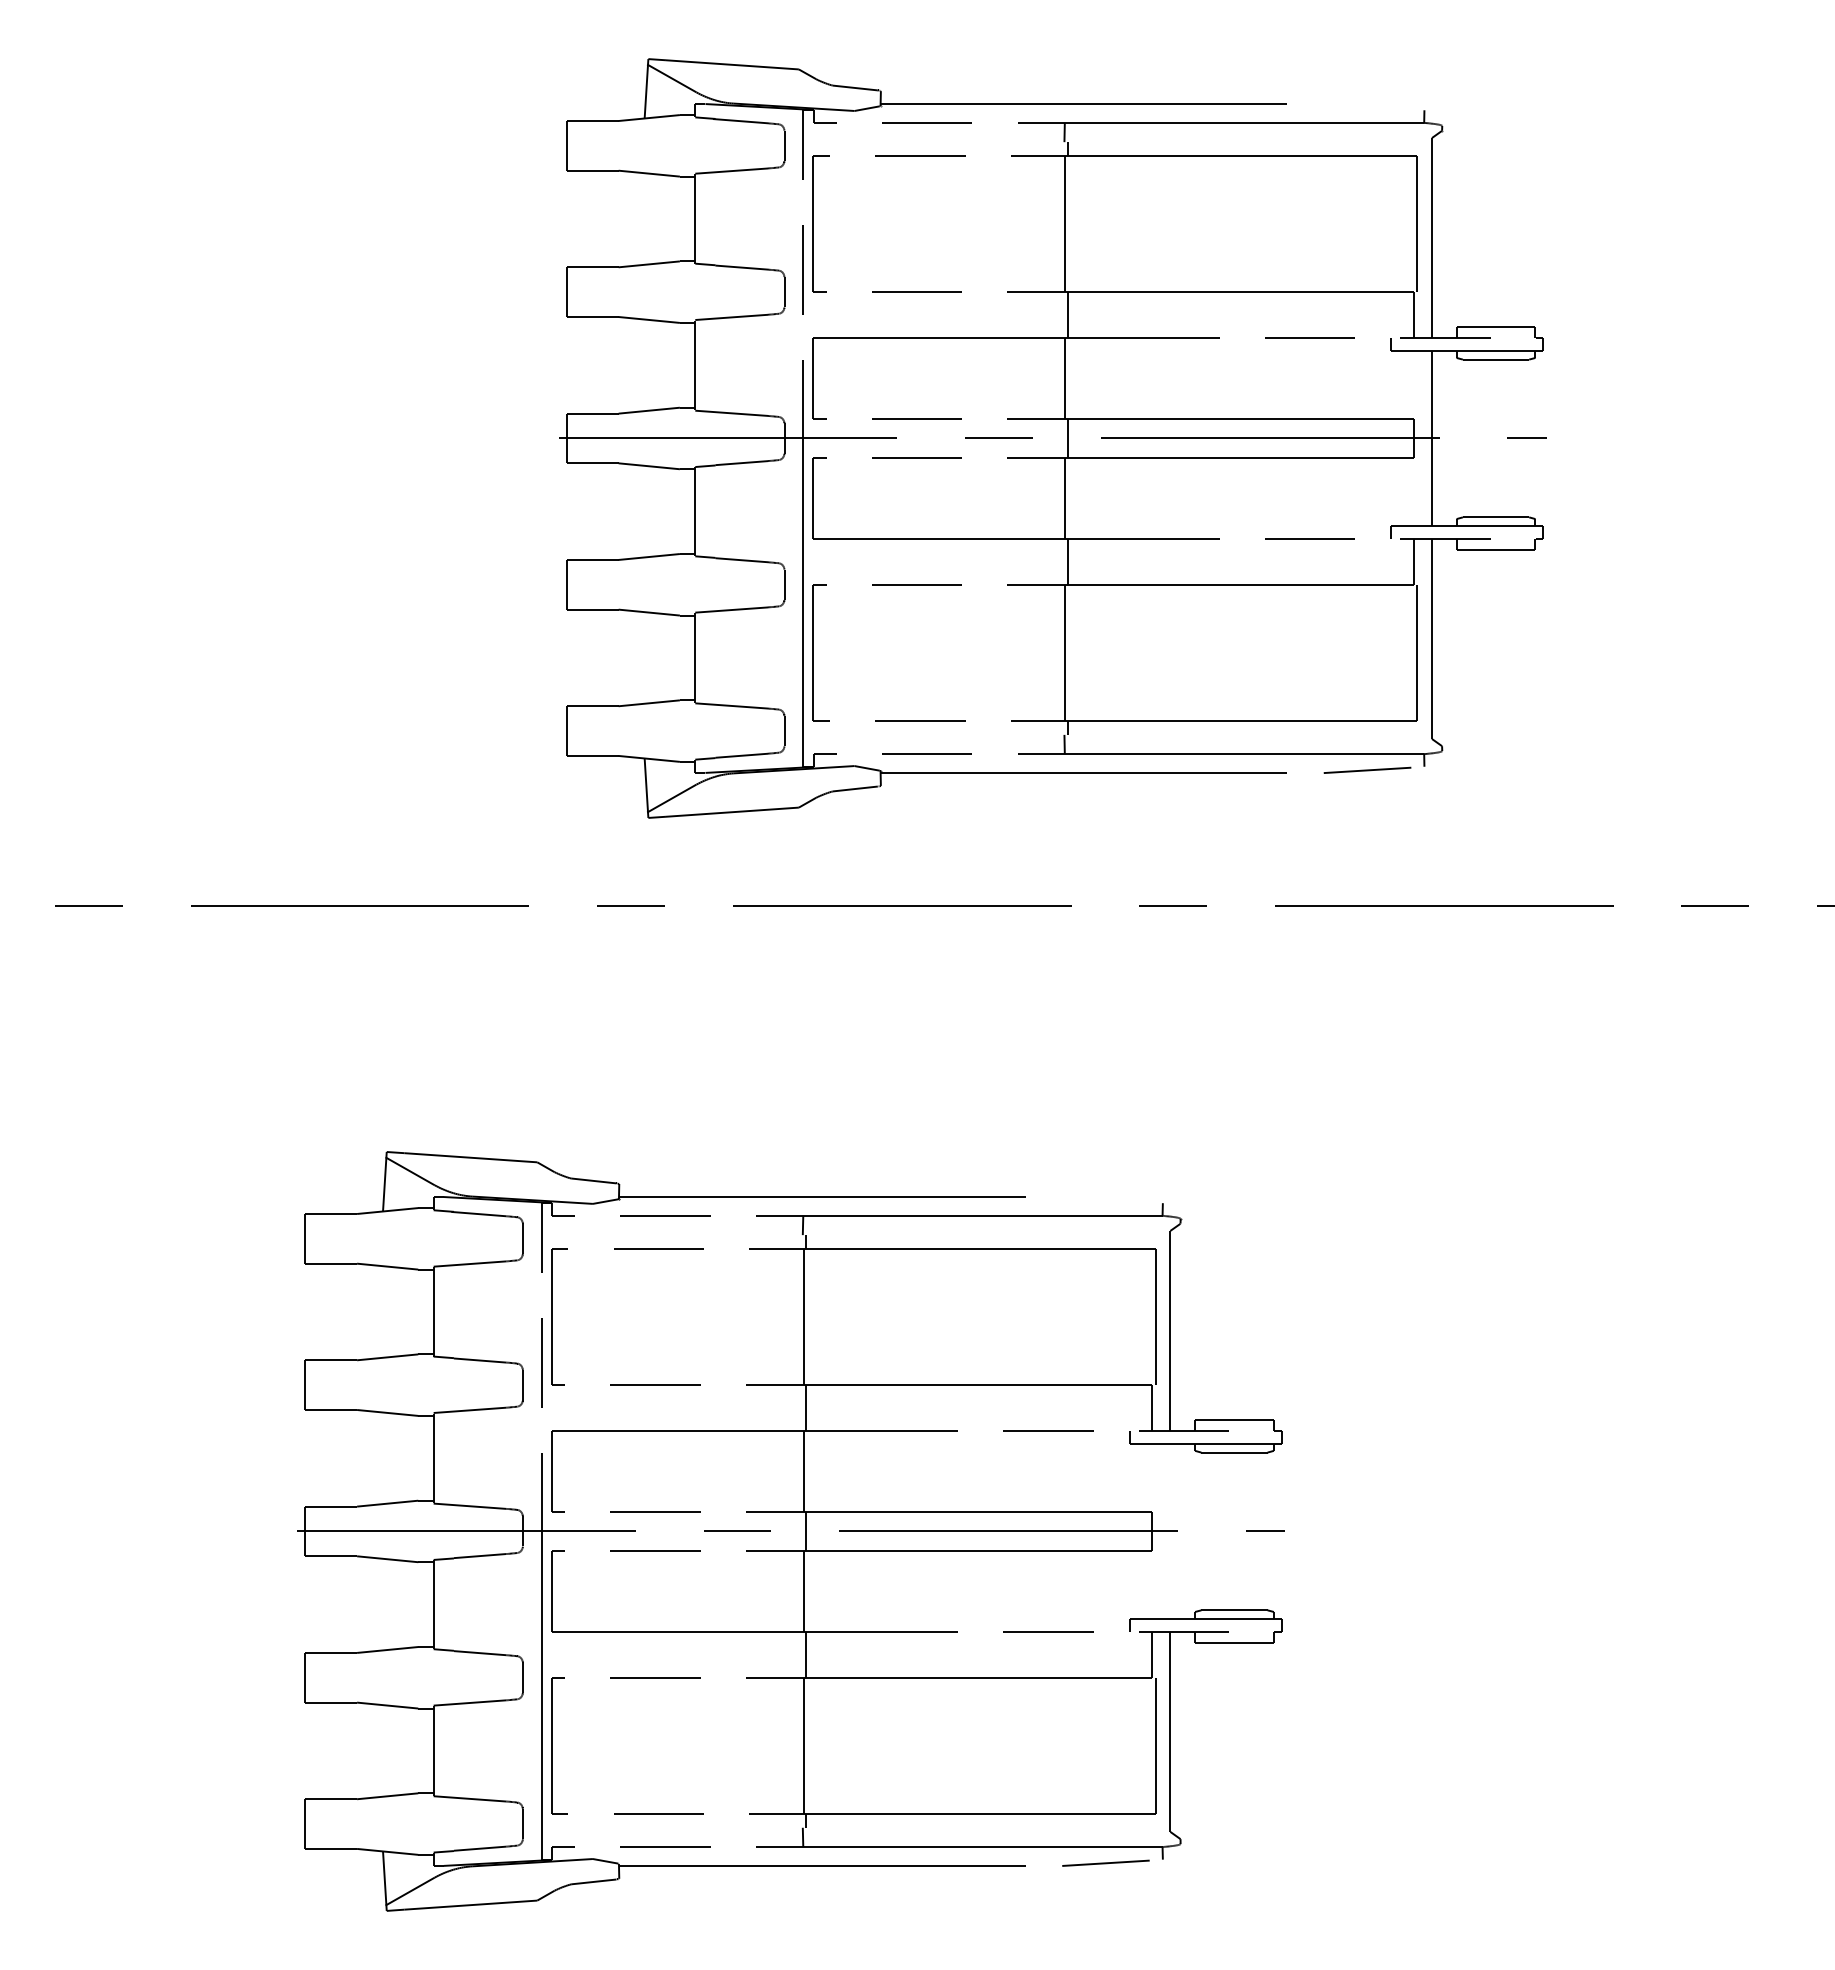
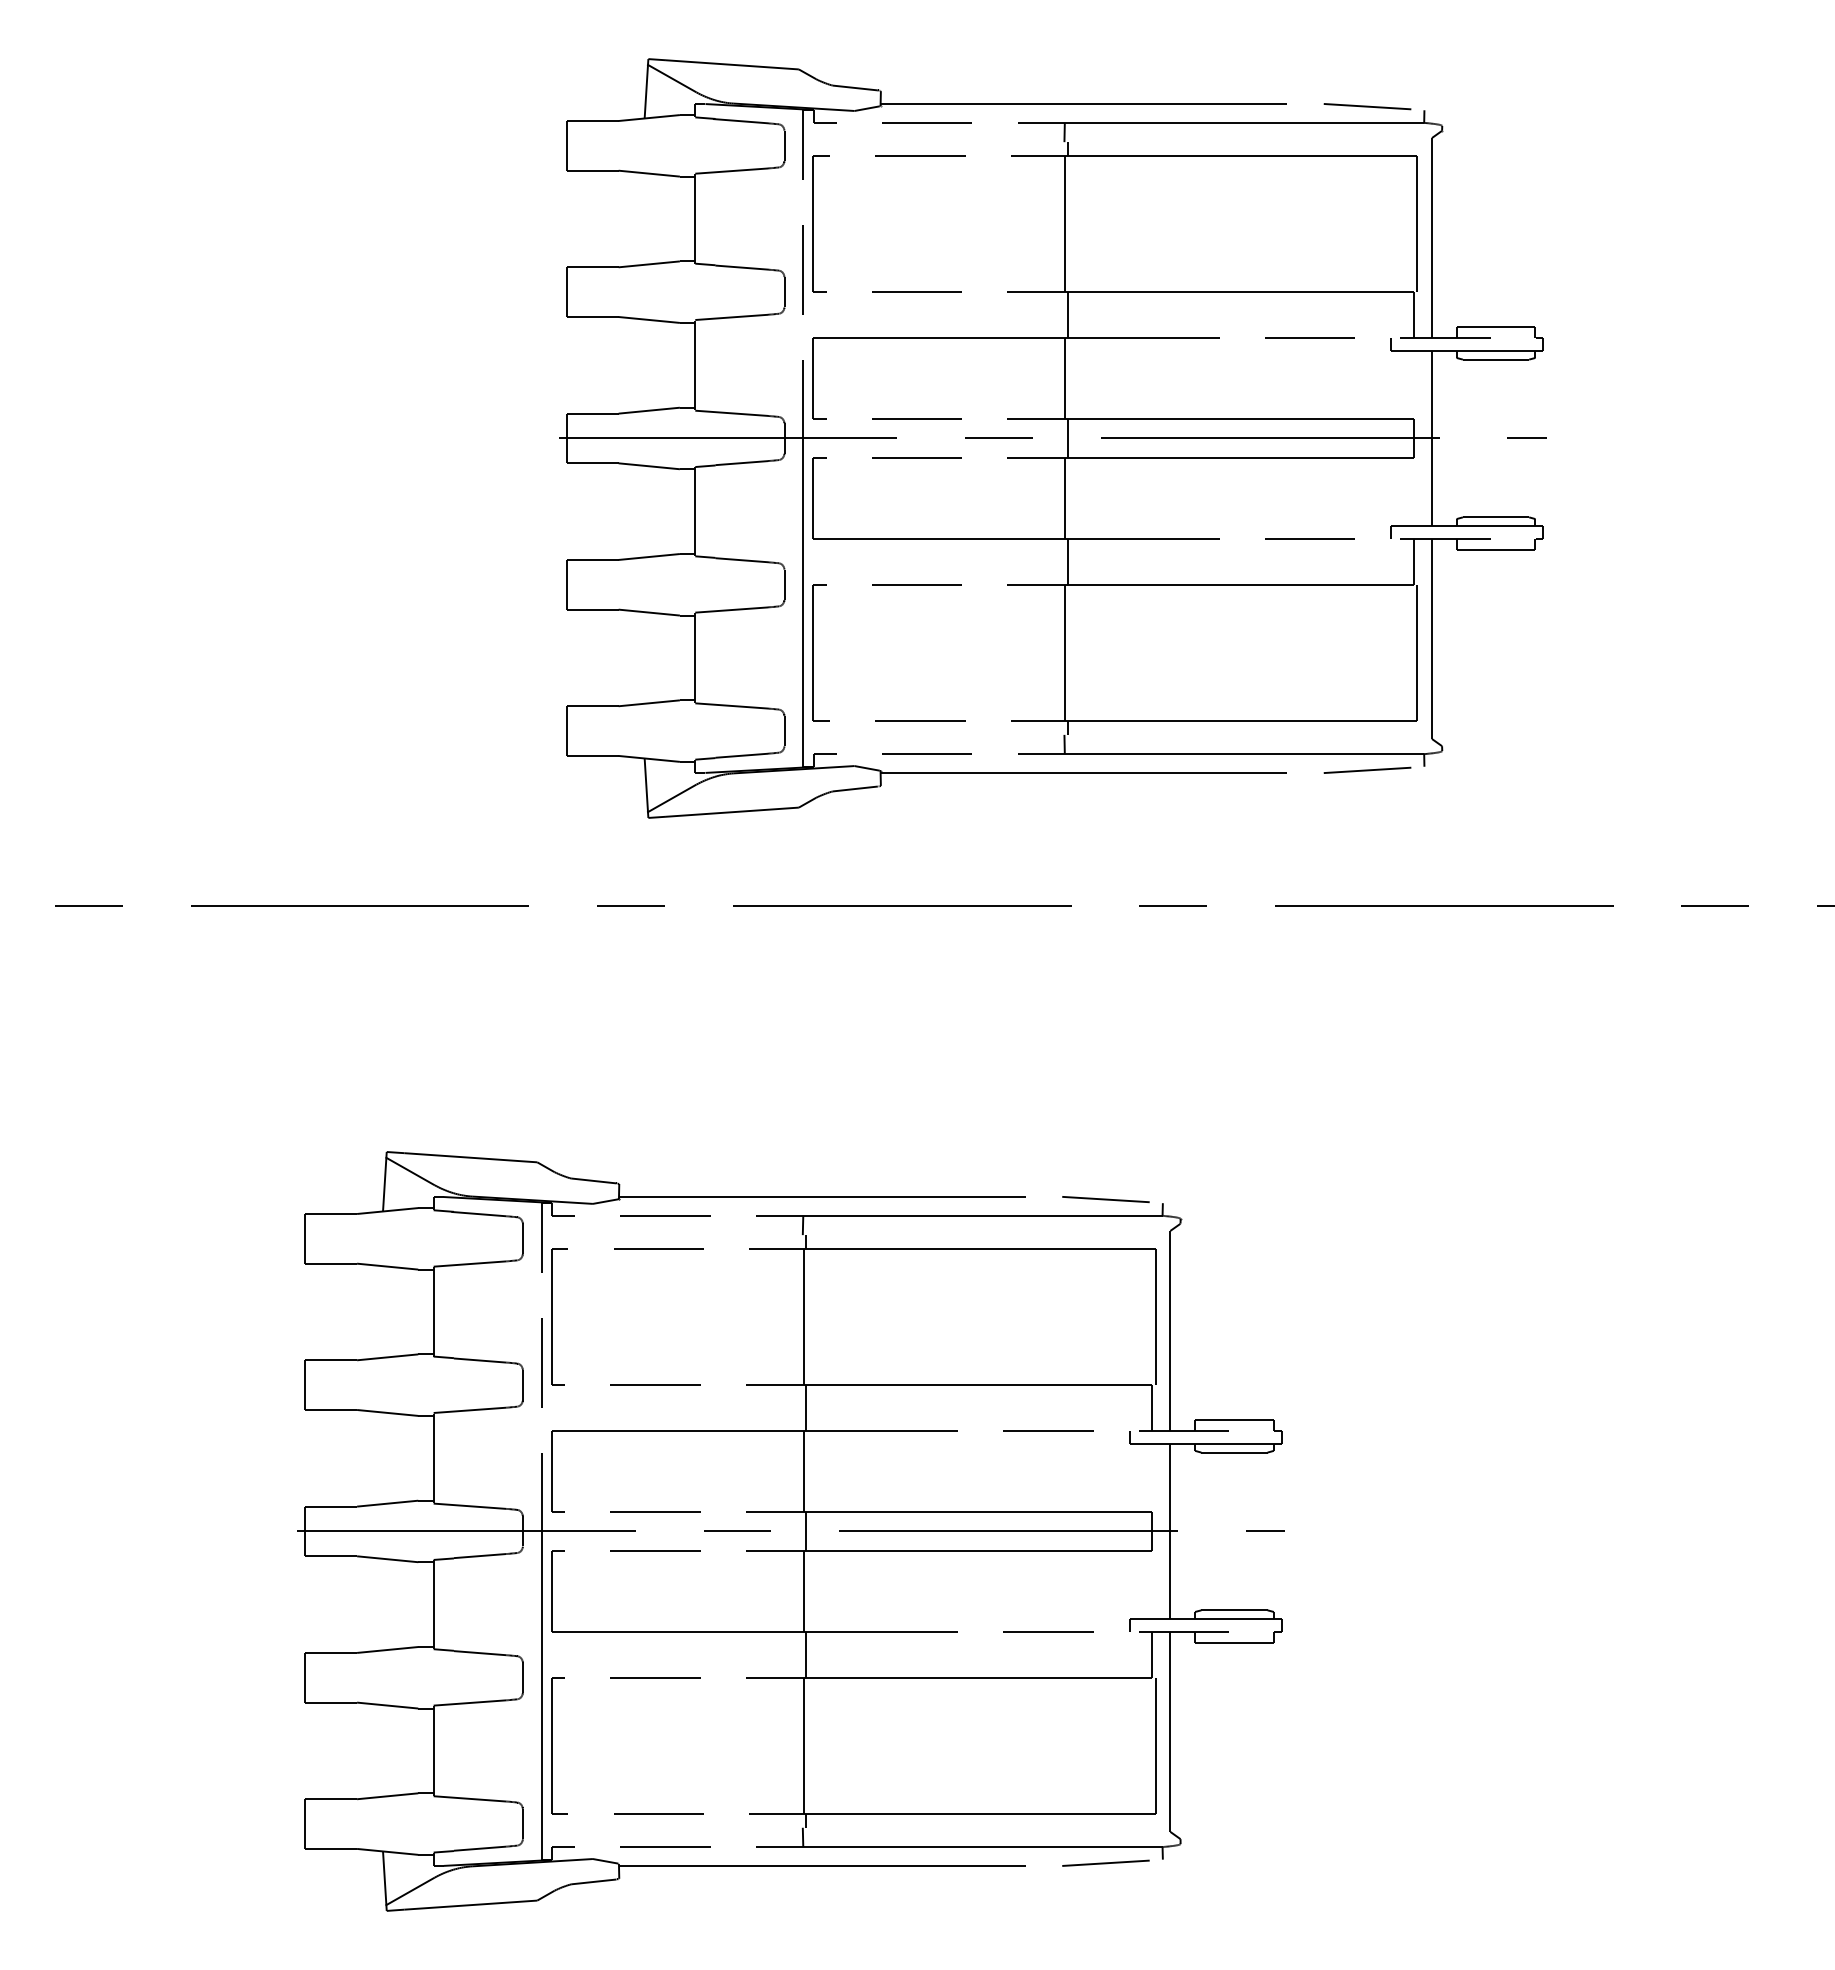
line at (1367, 106): none -> present
line at (1105, 1199): none -> present
line at (1170, 1531): none -> present
